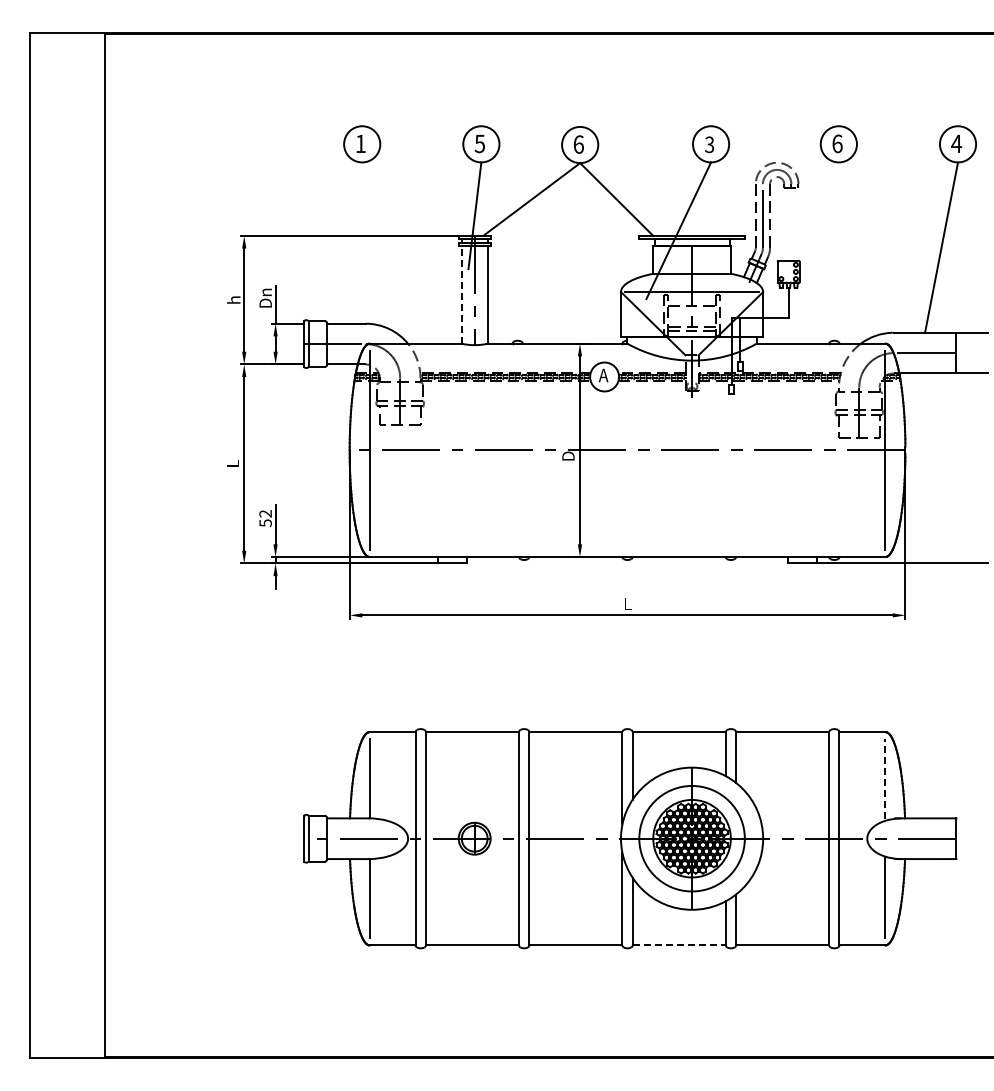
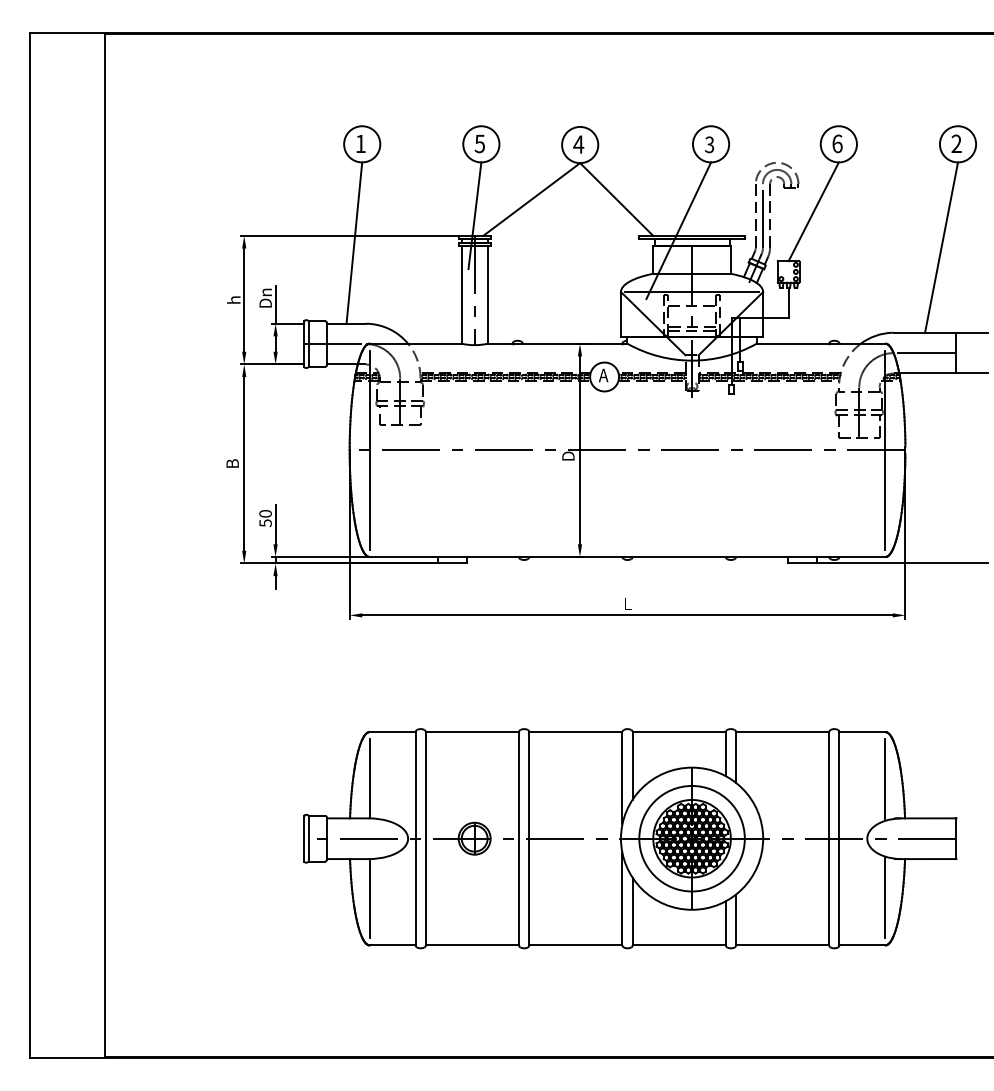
text at (956, 143): 4 -> 2
text at (578, 144): 6 -> 4
line at (813, 211): none -> present
line at (354, 242): none -> present
line at (461, 295): dashed -> solid
text at (232, 463): L -> B
text at (265, 513): 52 -> 50
line at (885, 779): dashed -> solid
line at (679, 945): dashed -> solid
